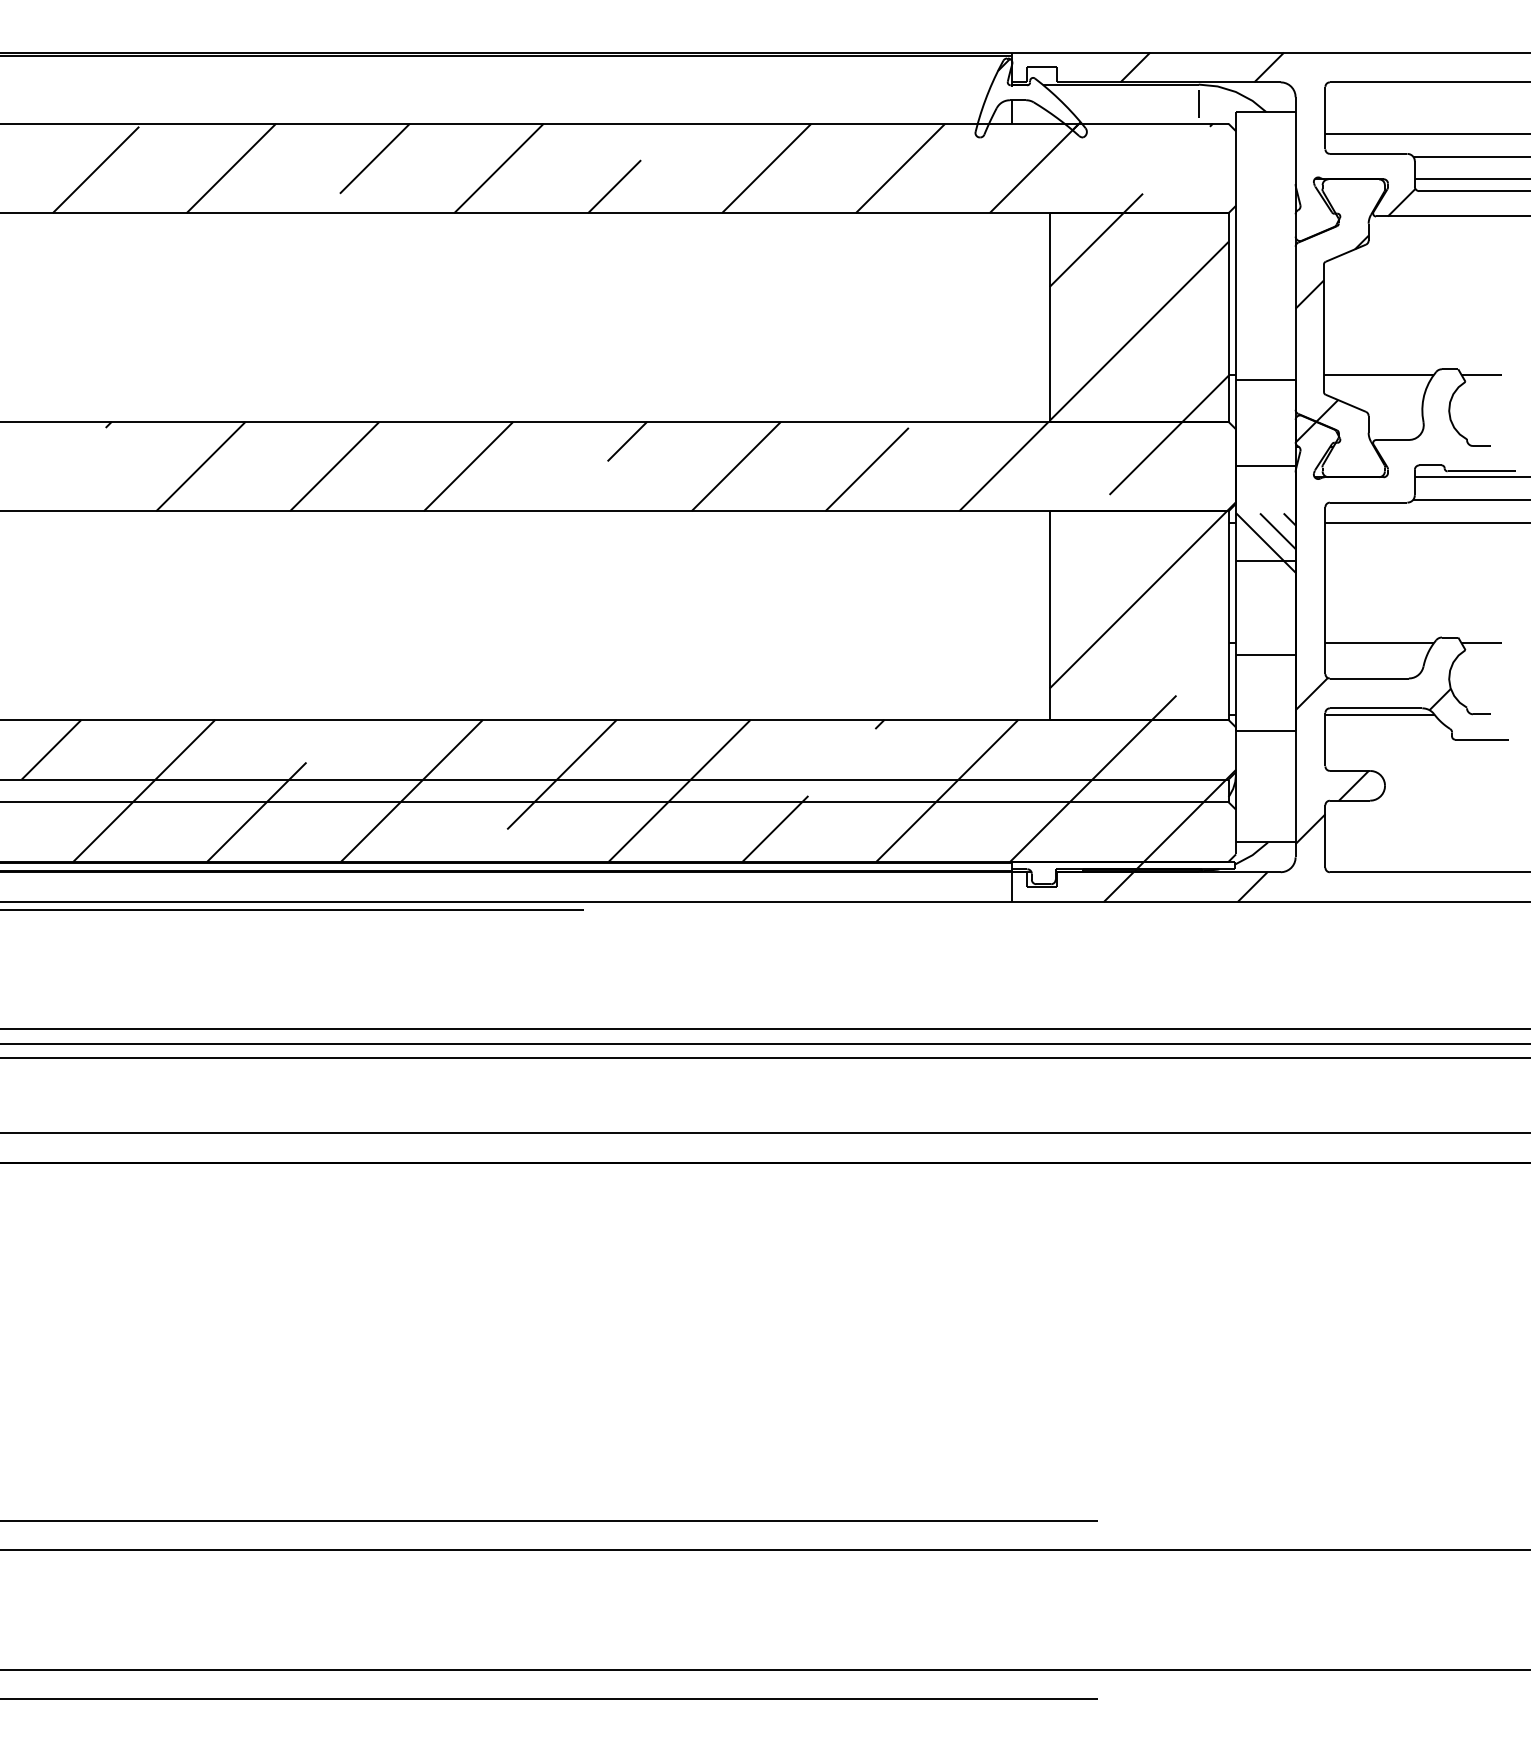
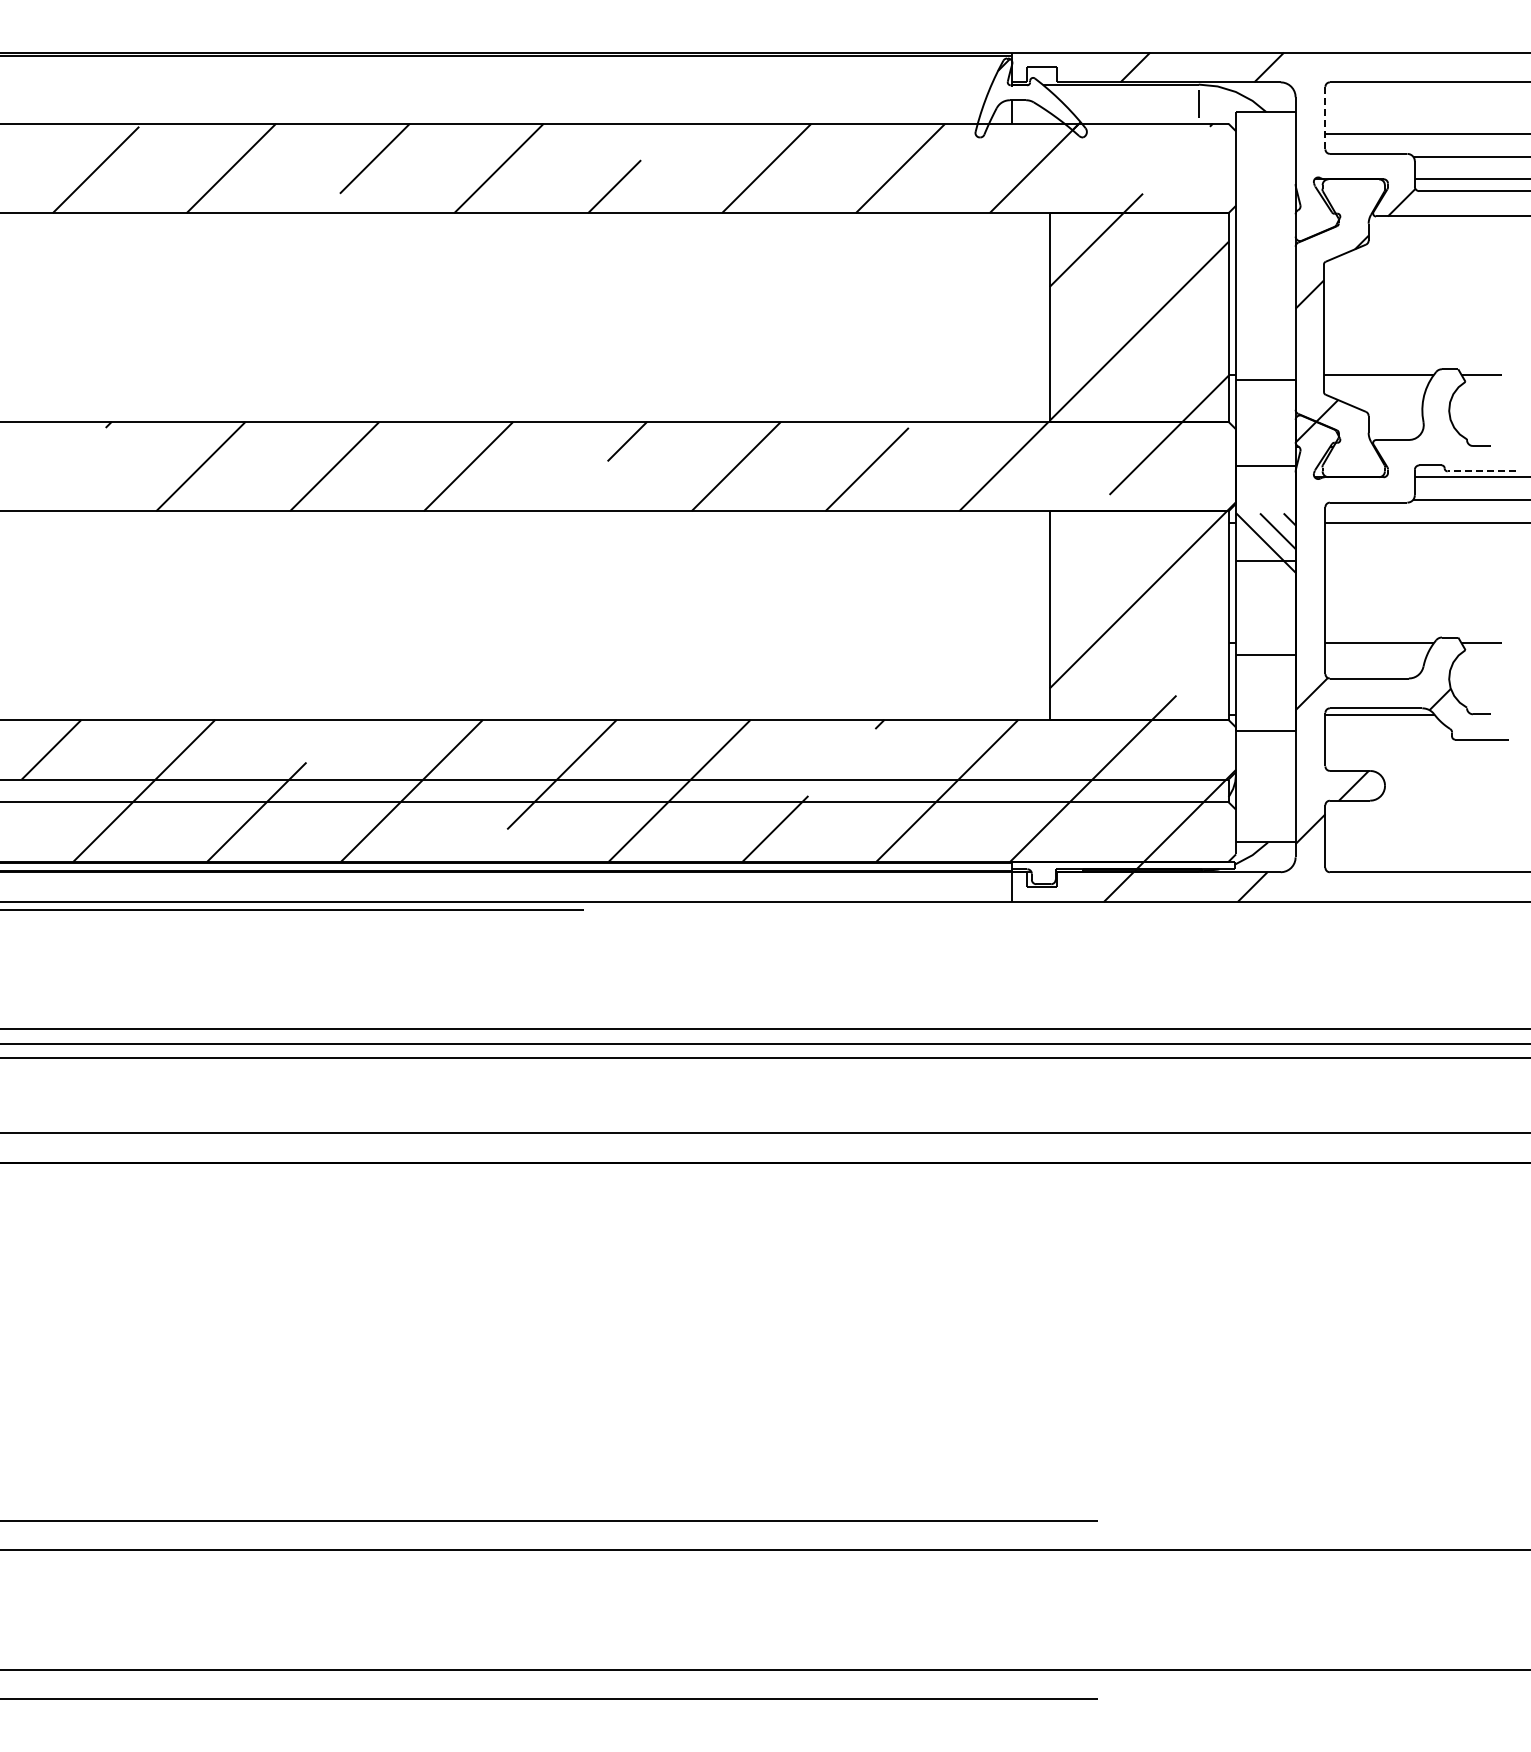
line at (1325, 117): solid -> dashed
line at (1481, 471): solid -> dashed
